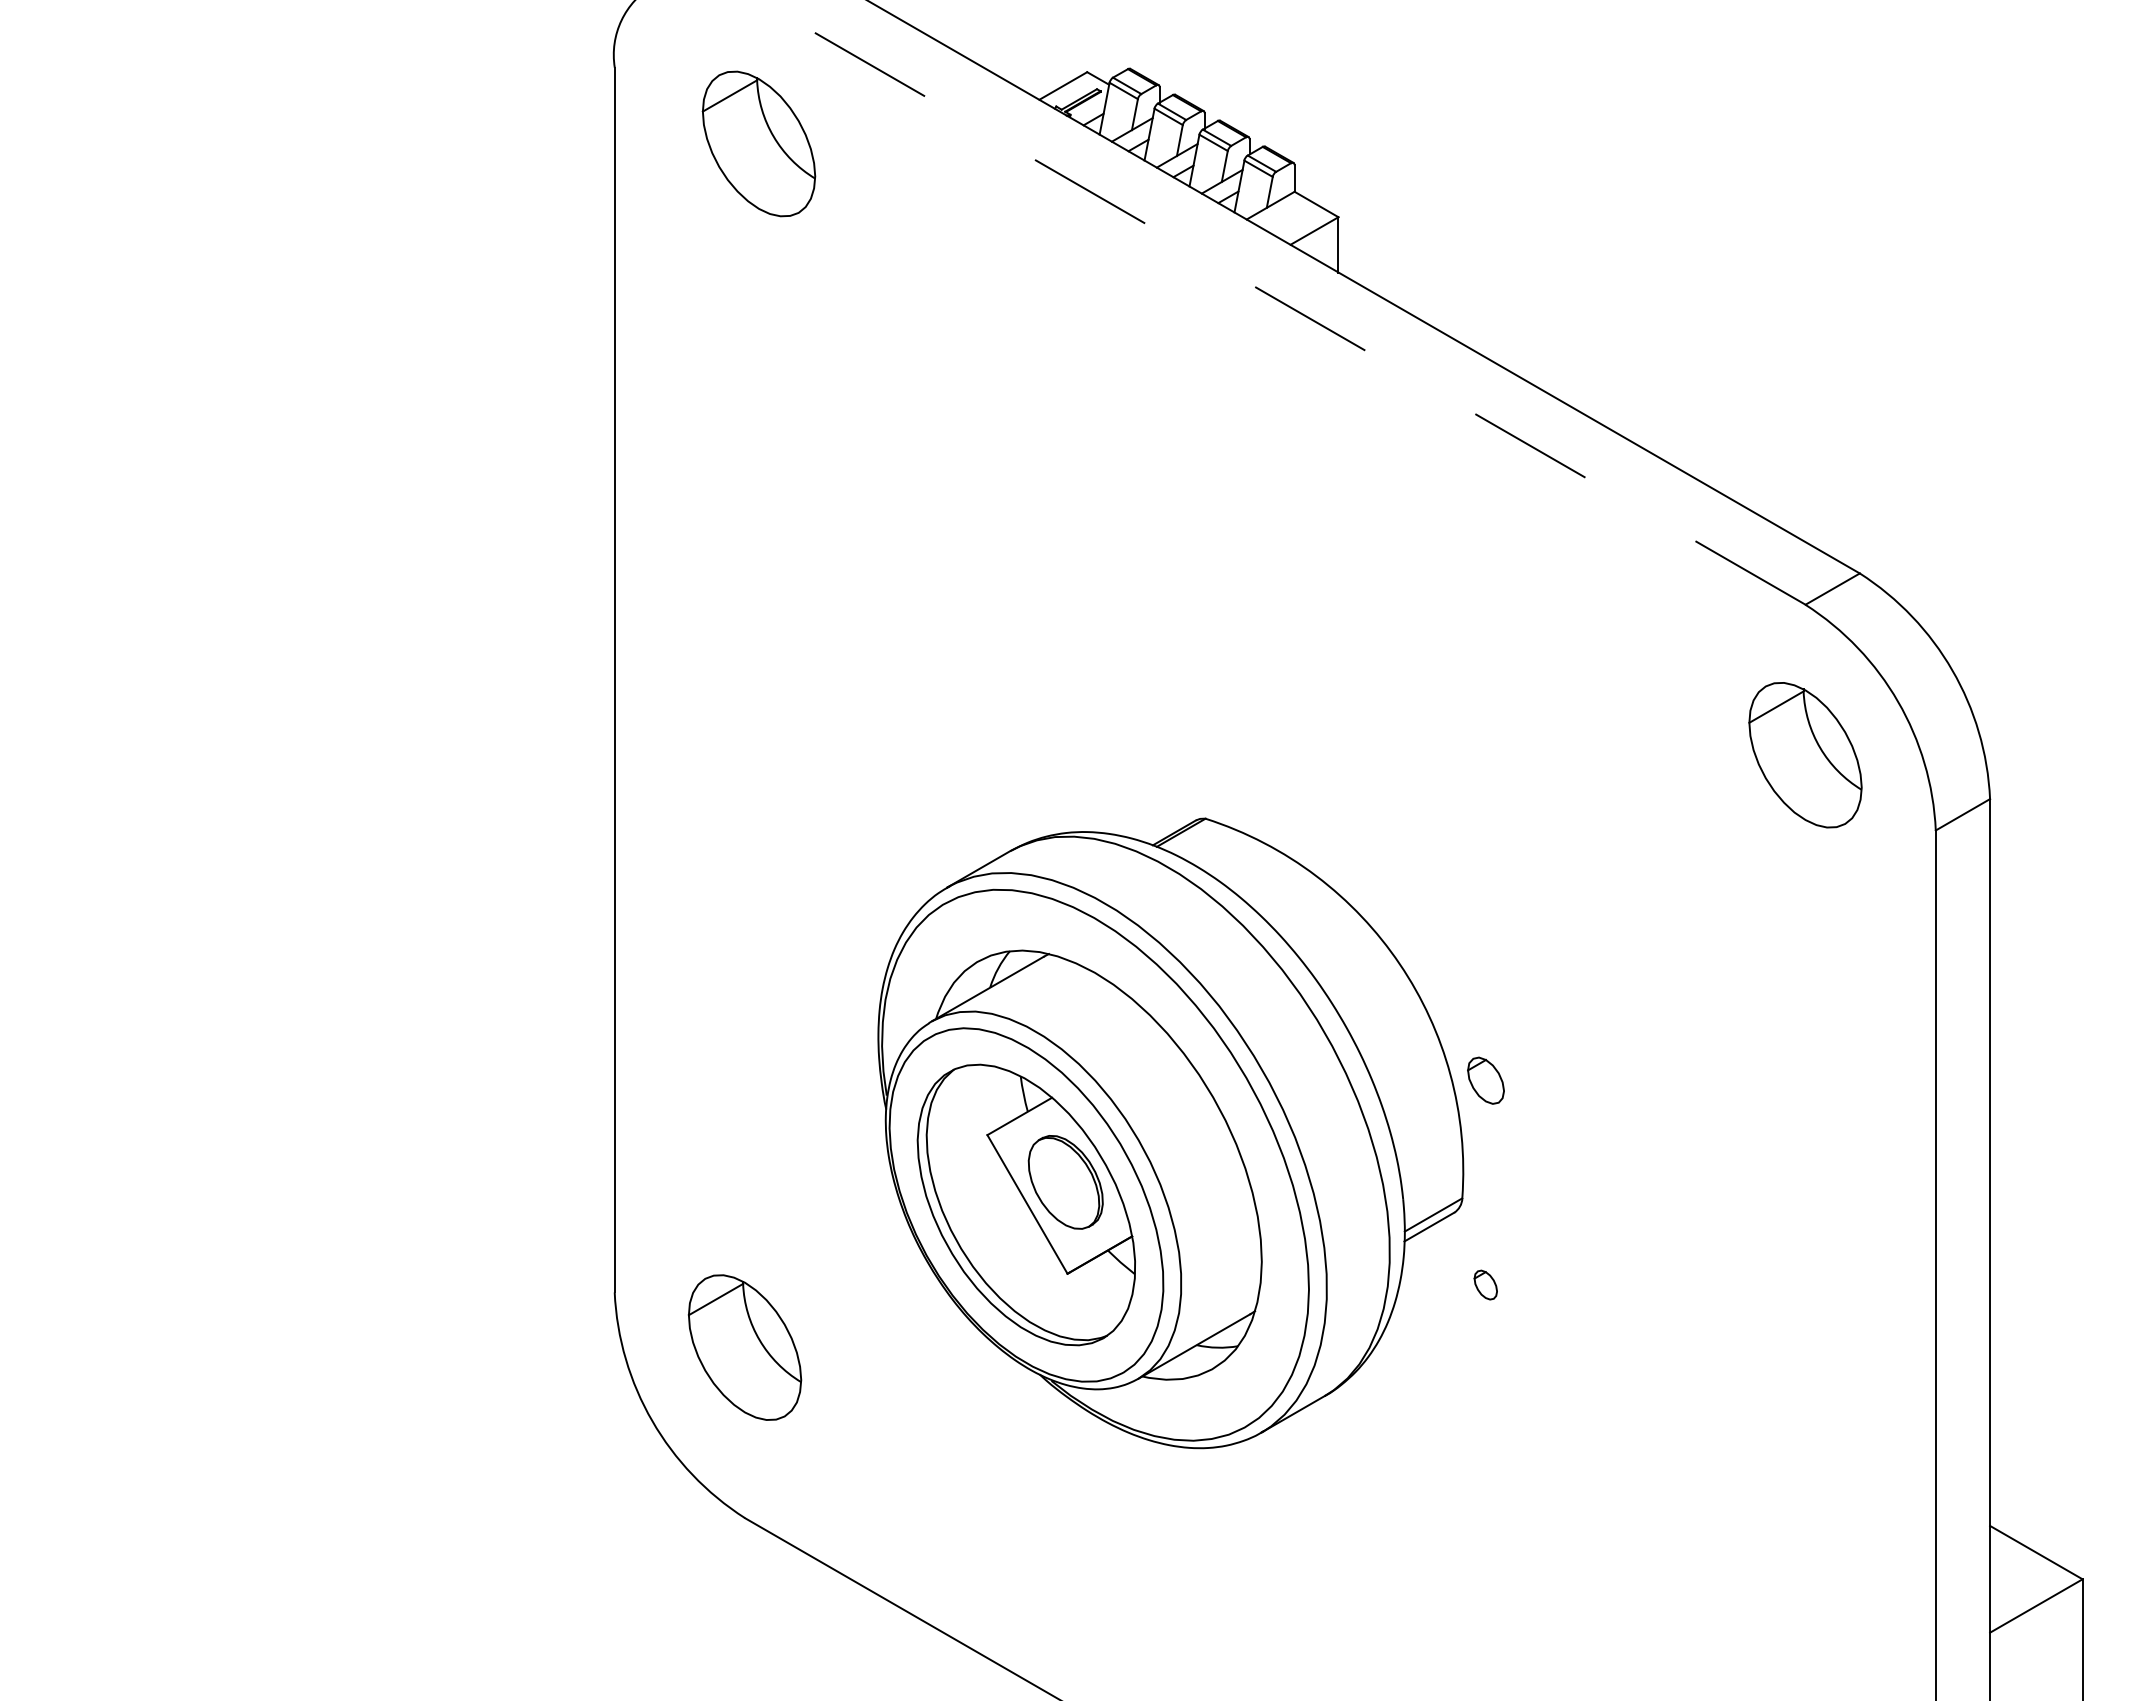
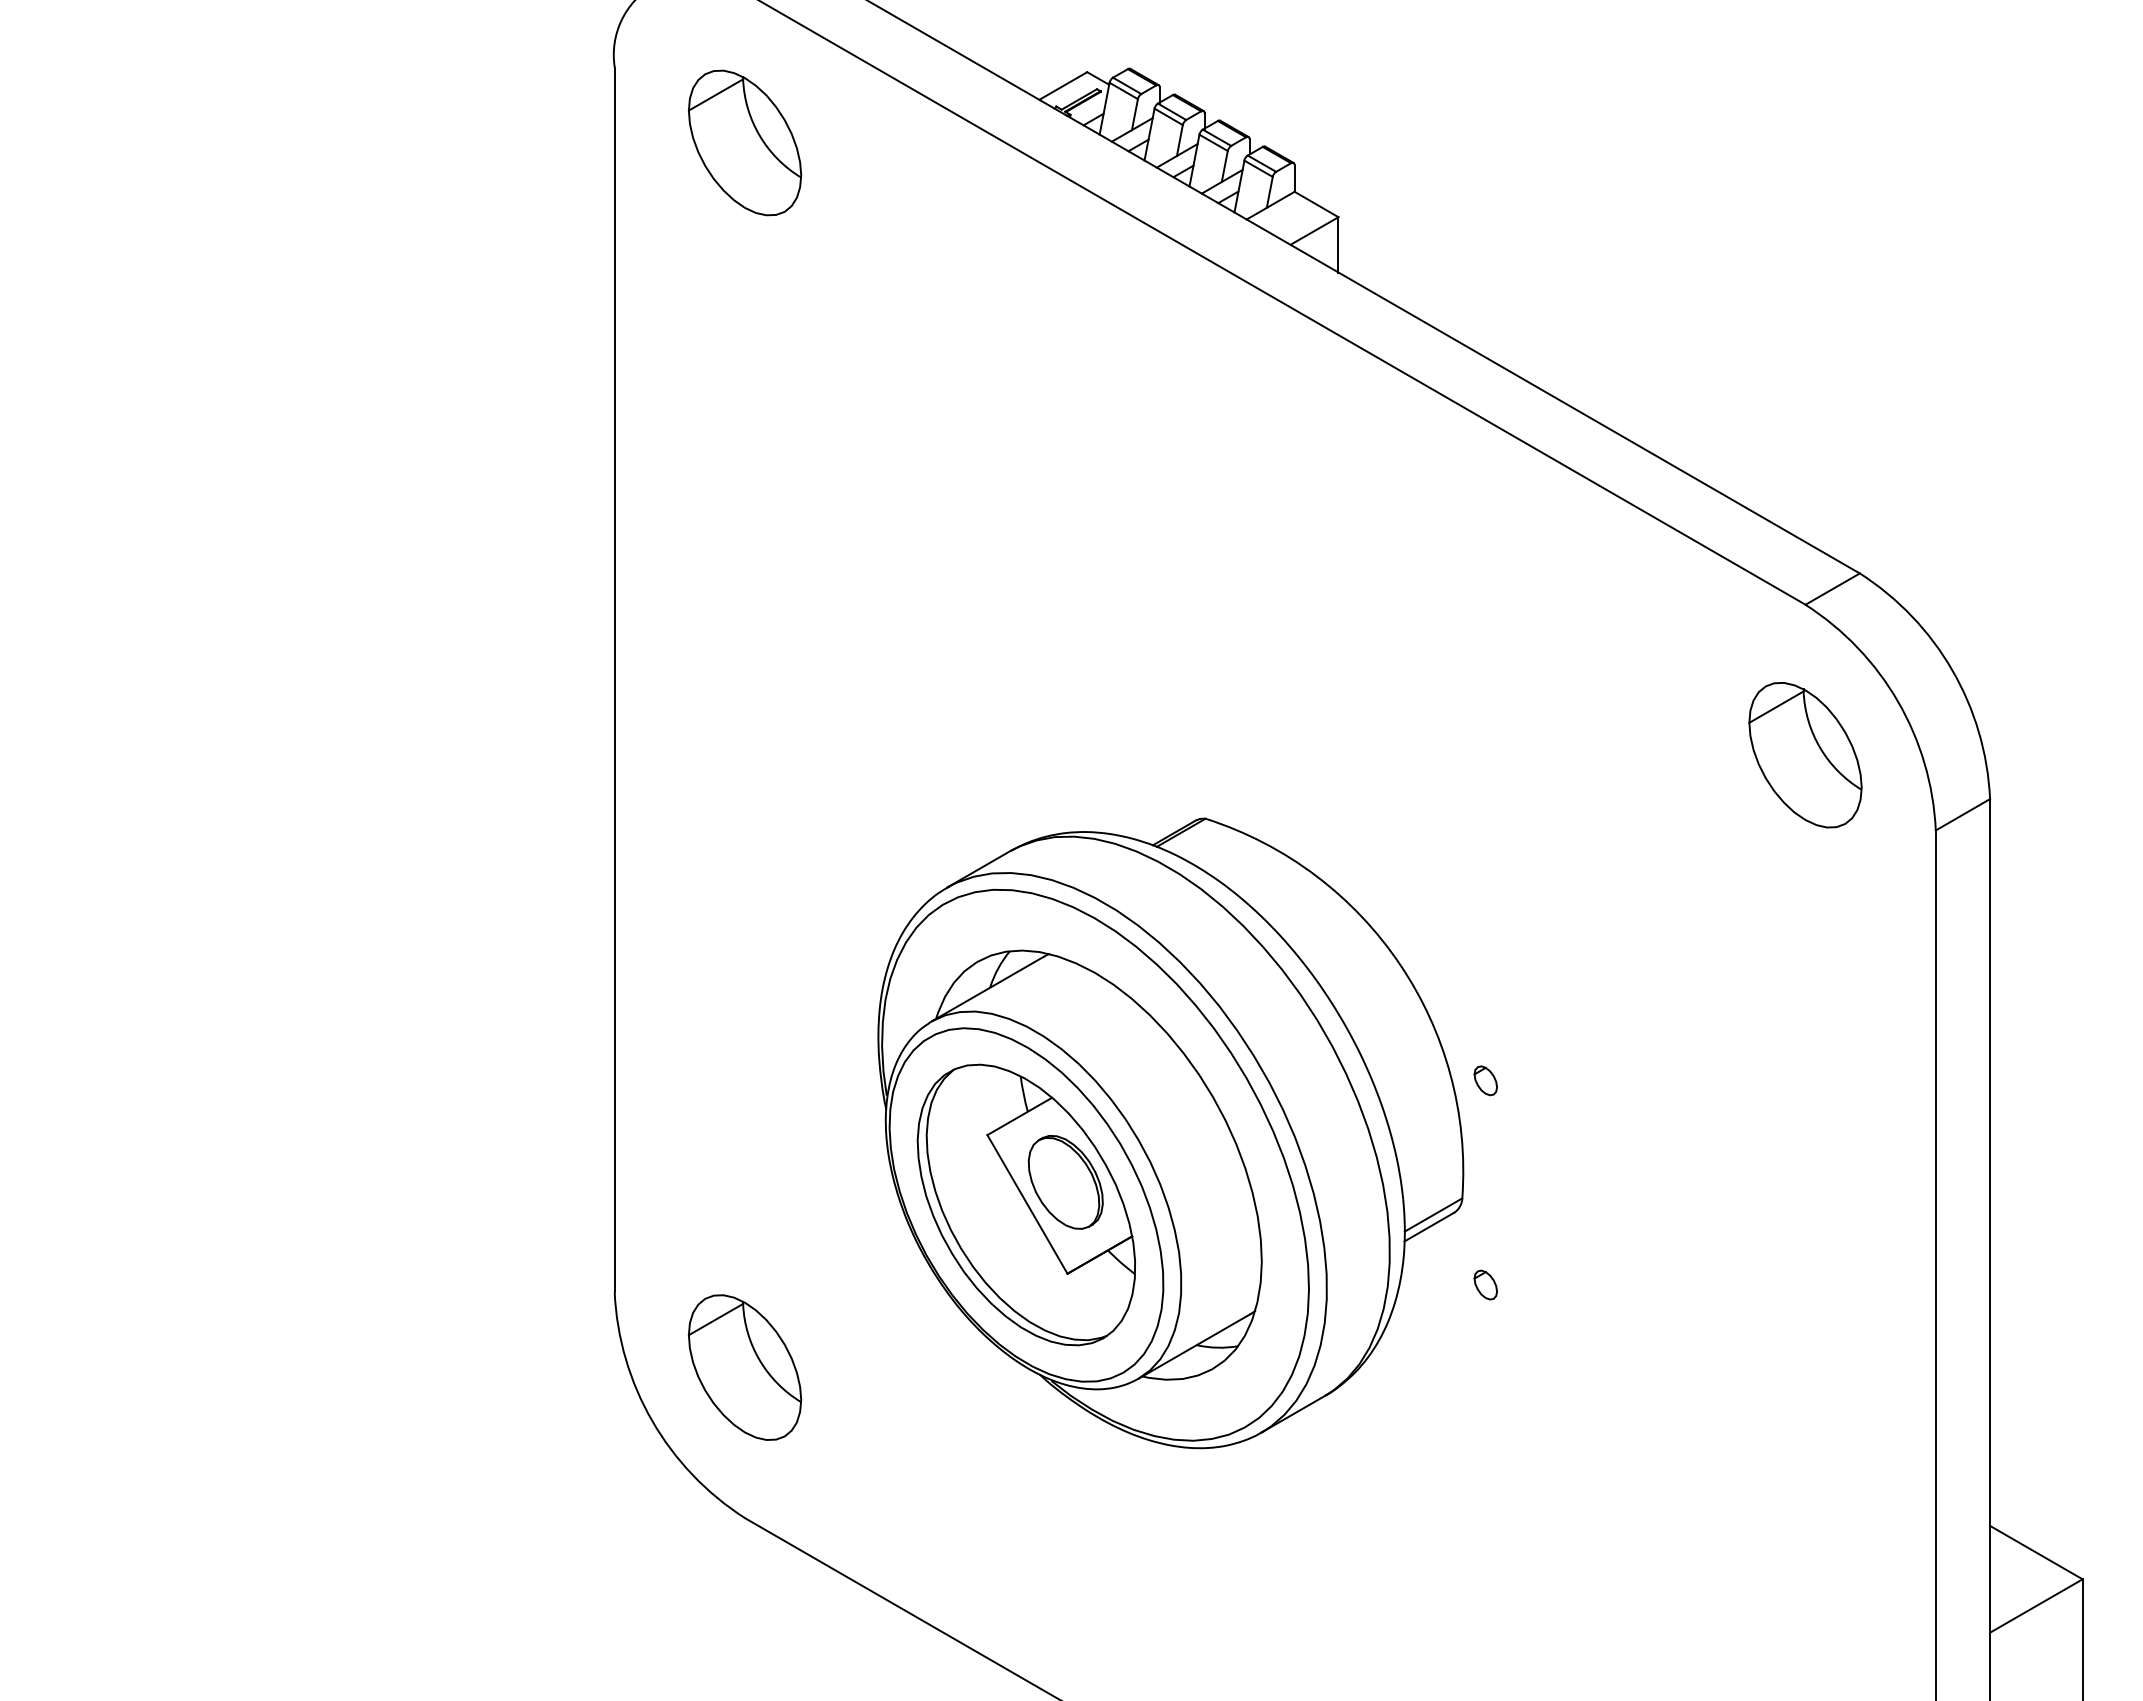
part at (758, 143) position: (758, 143) -> (744, 142)
line at (1281, 302): dashed -> solid
part at (1485, 1080) size: 38x49 px -> 25x32 px
part at (744, 1347) position: (744, 1347) -> (744, 1367)
